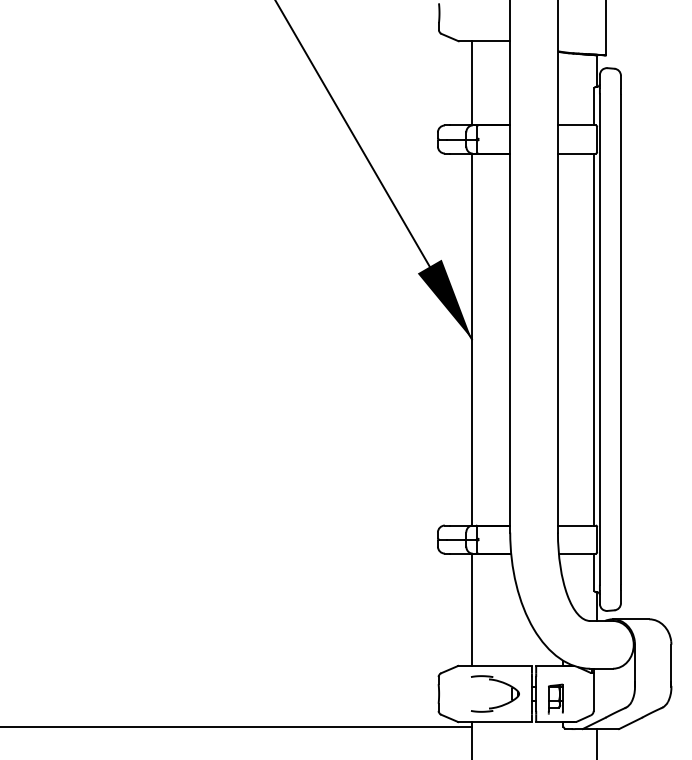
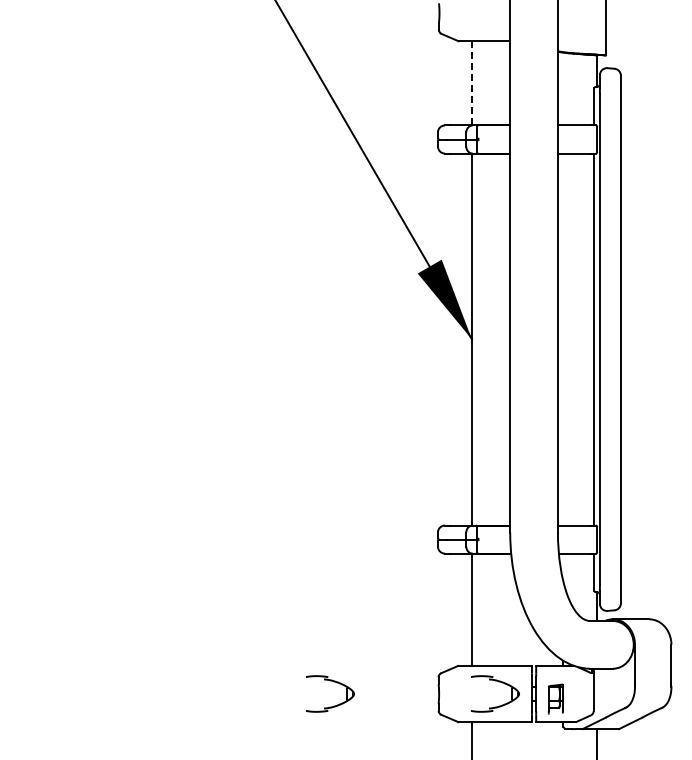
line at (471, 82): solid -> dashed
part at (333, 682): none -> present
line at (236, 727): present -> none
